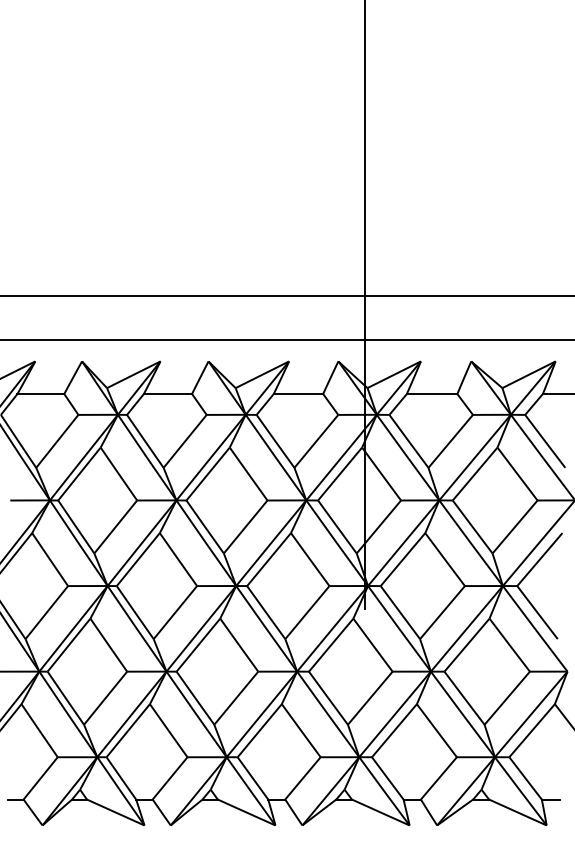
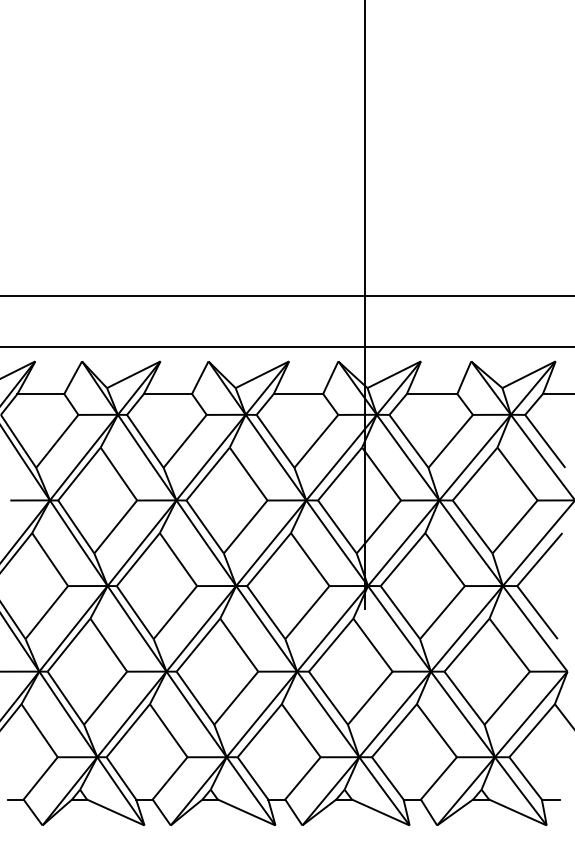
line at (286, 339) position: (286, 339) -> (286, 346)
